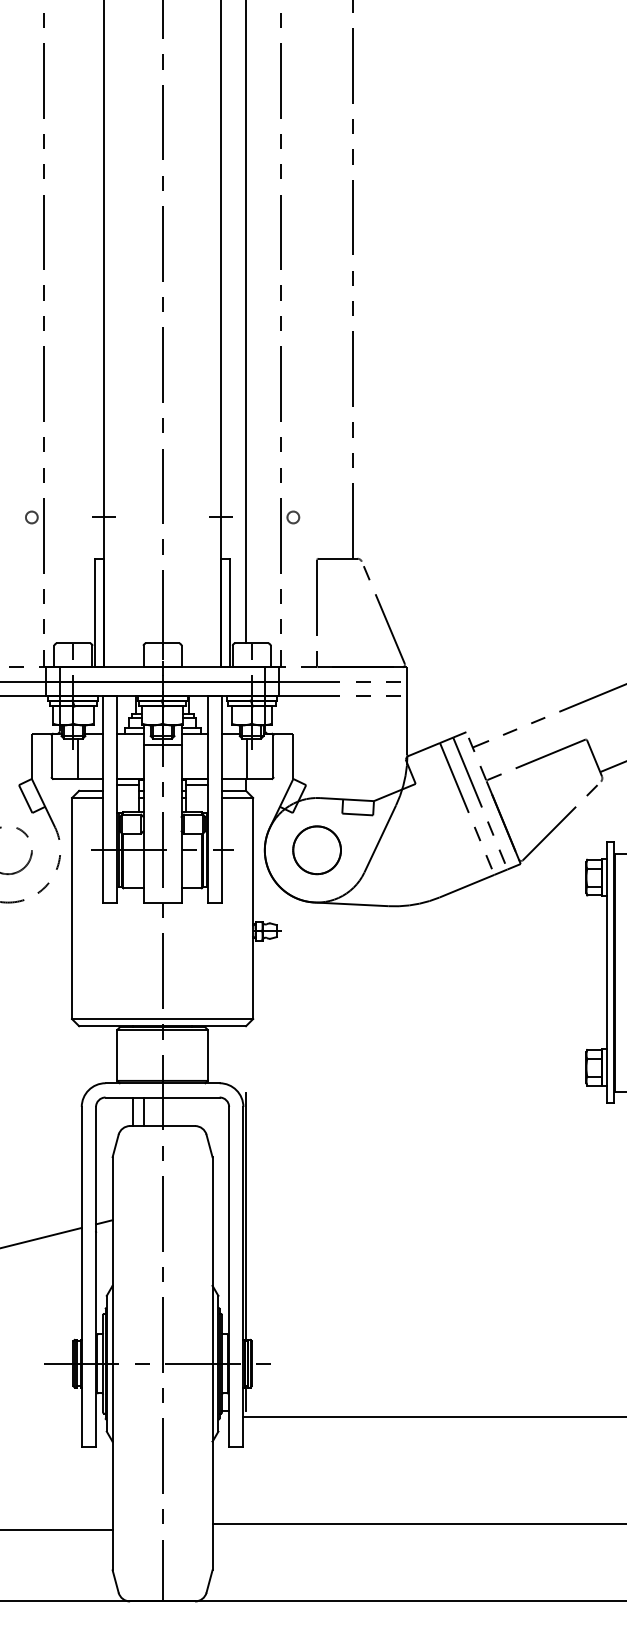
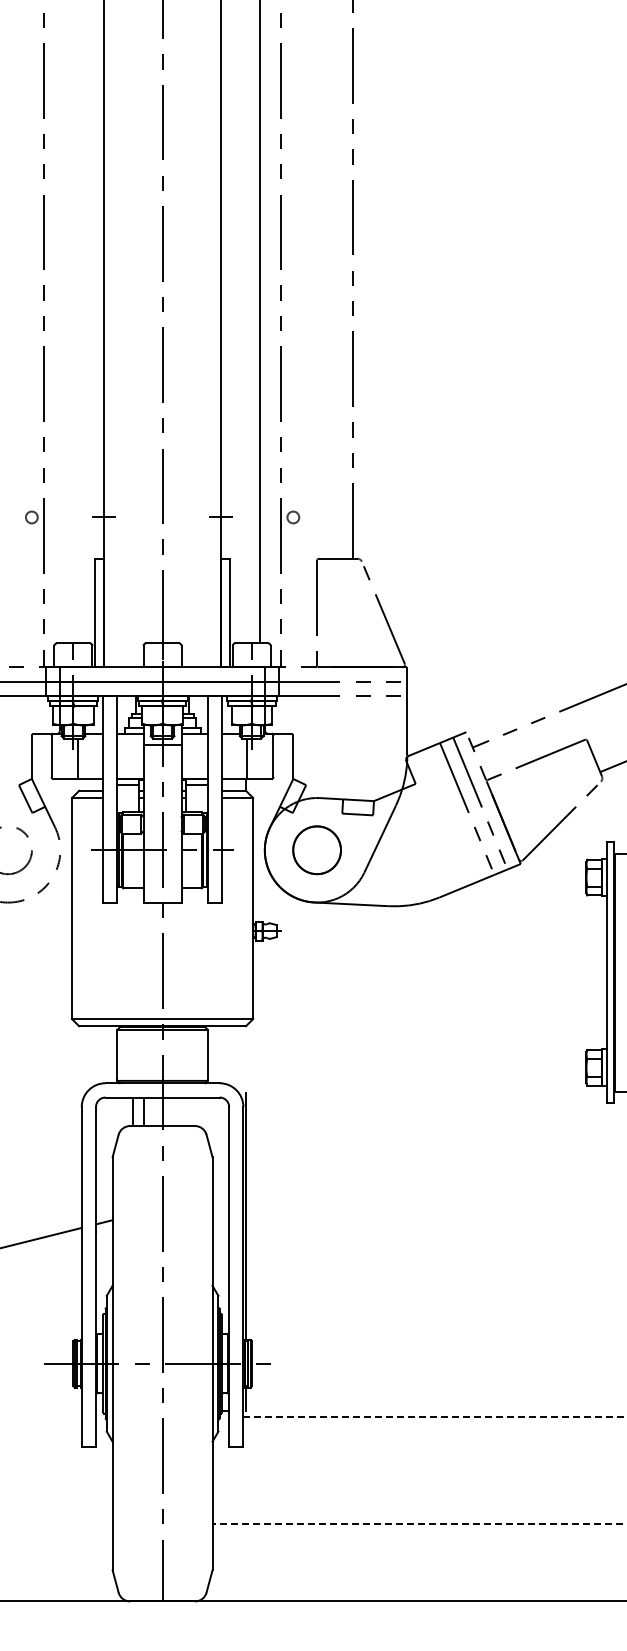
line at (245, 322) position: (245, 322) -> (259, 322)
line at (435, 1417): solid -> dashed
line at (419, 1524): solid -> dashed
line at (57, 1530): present -> none
